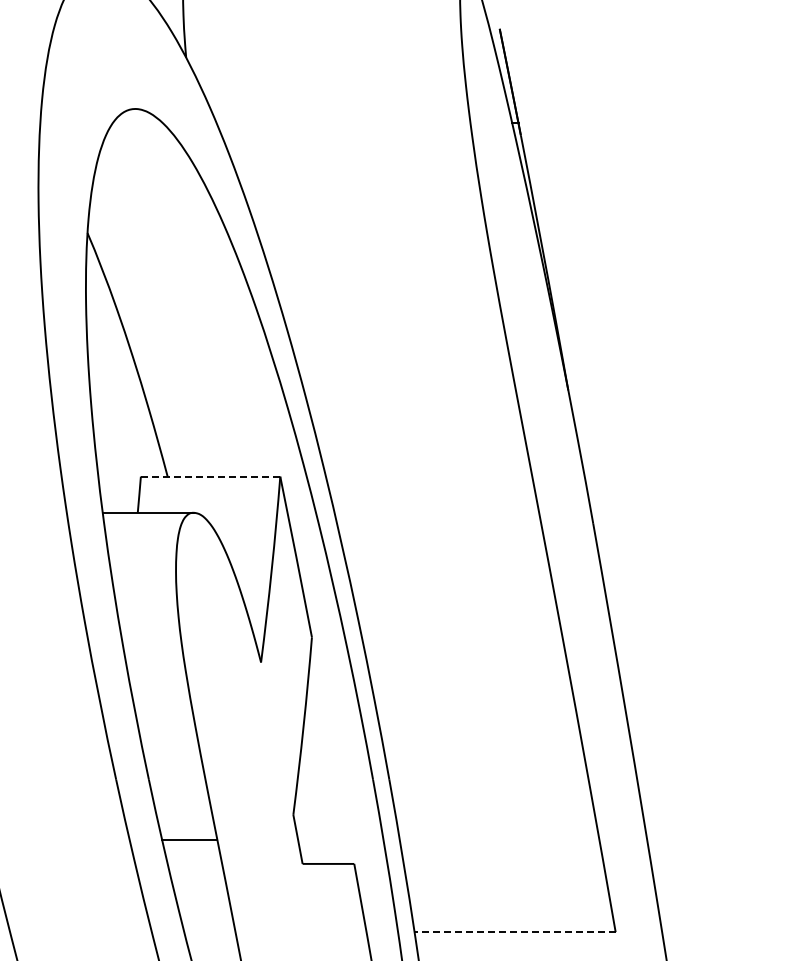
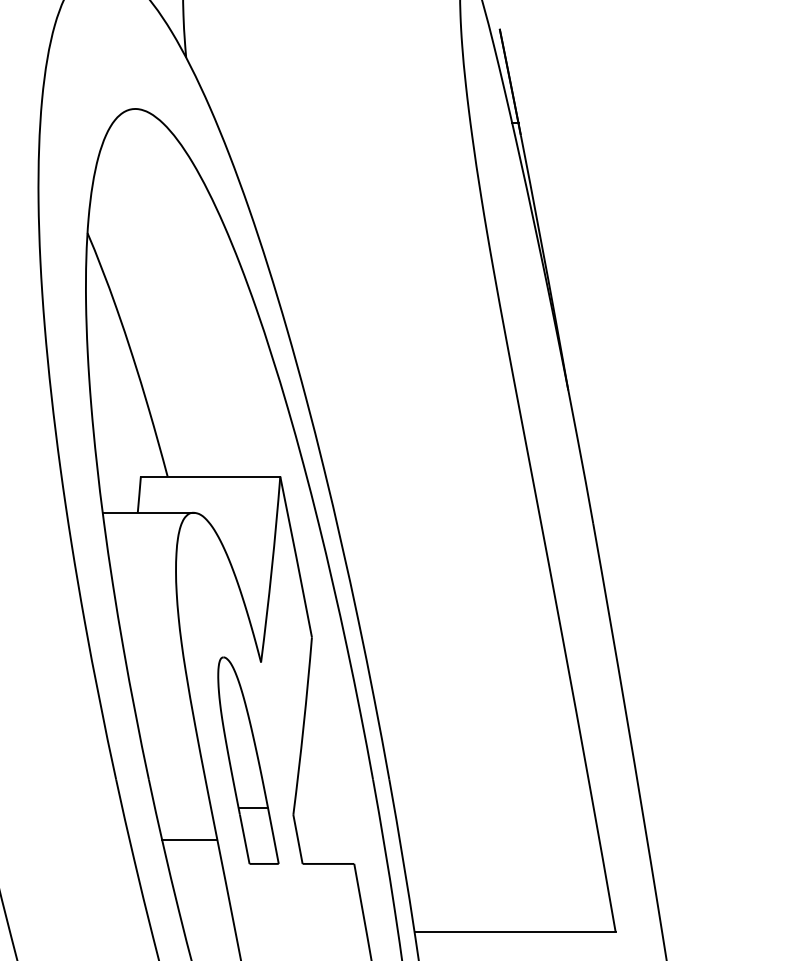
line at (210, 476): dashed -> solid
part at (248, 760): none -> present
line at (515, 932): dashed -> solid
